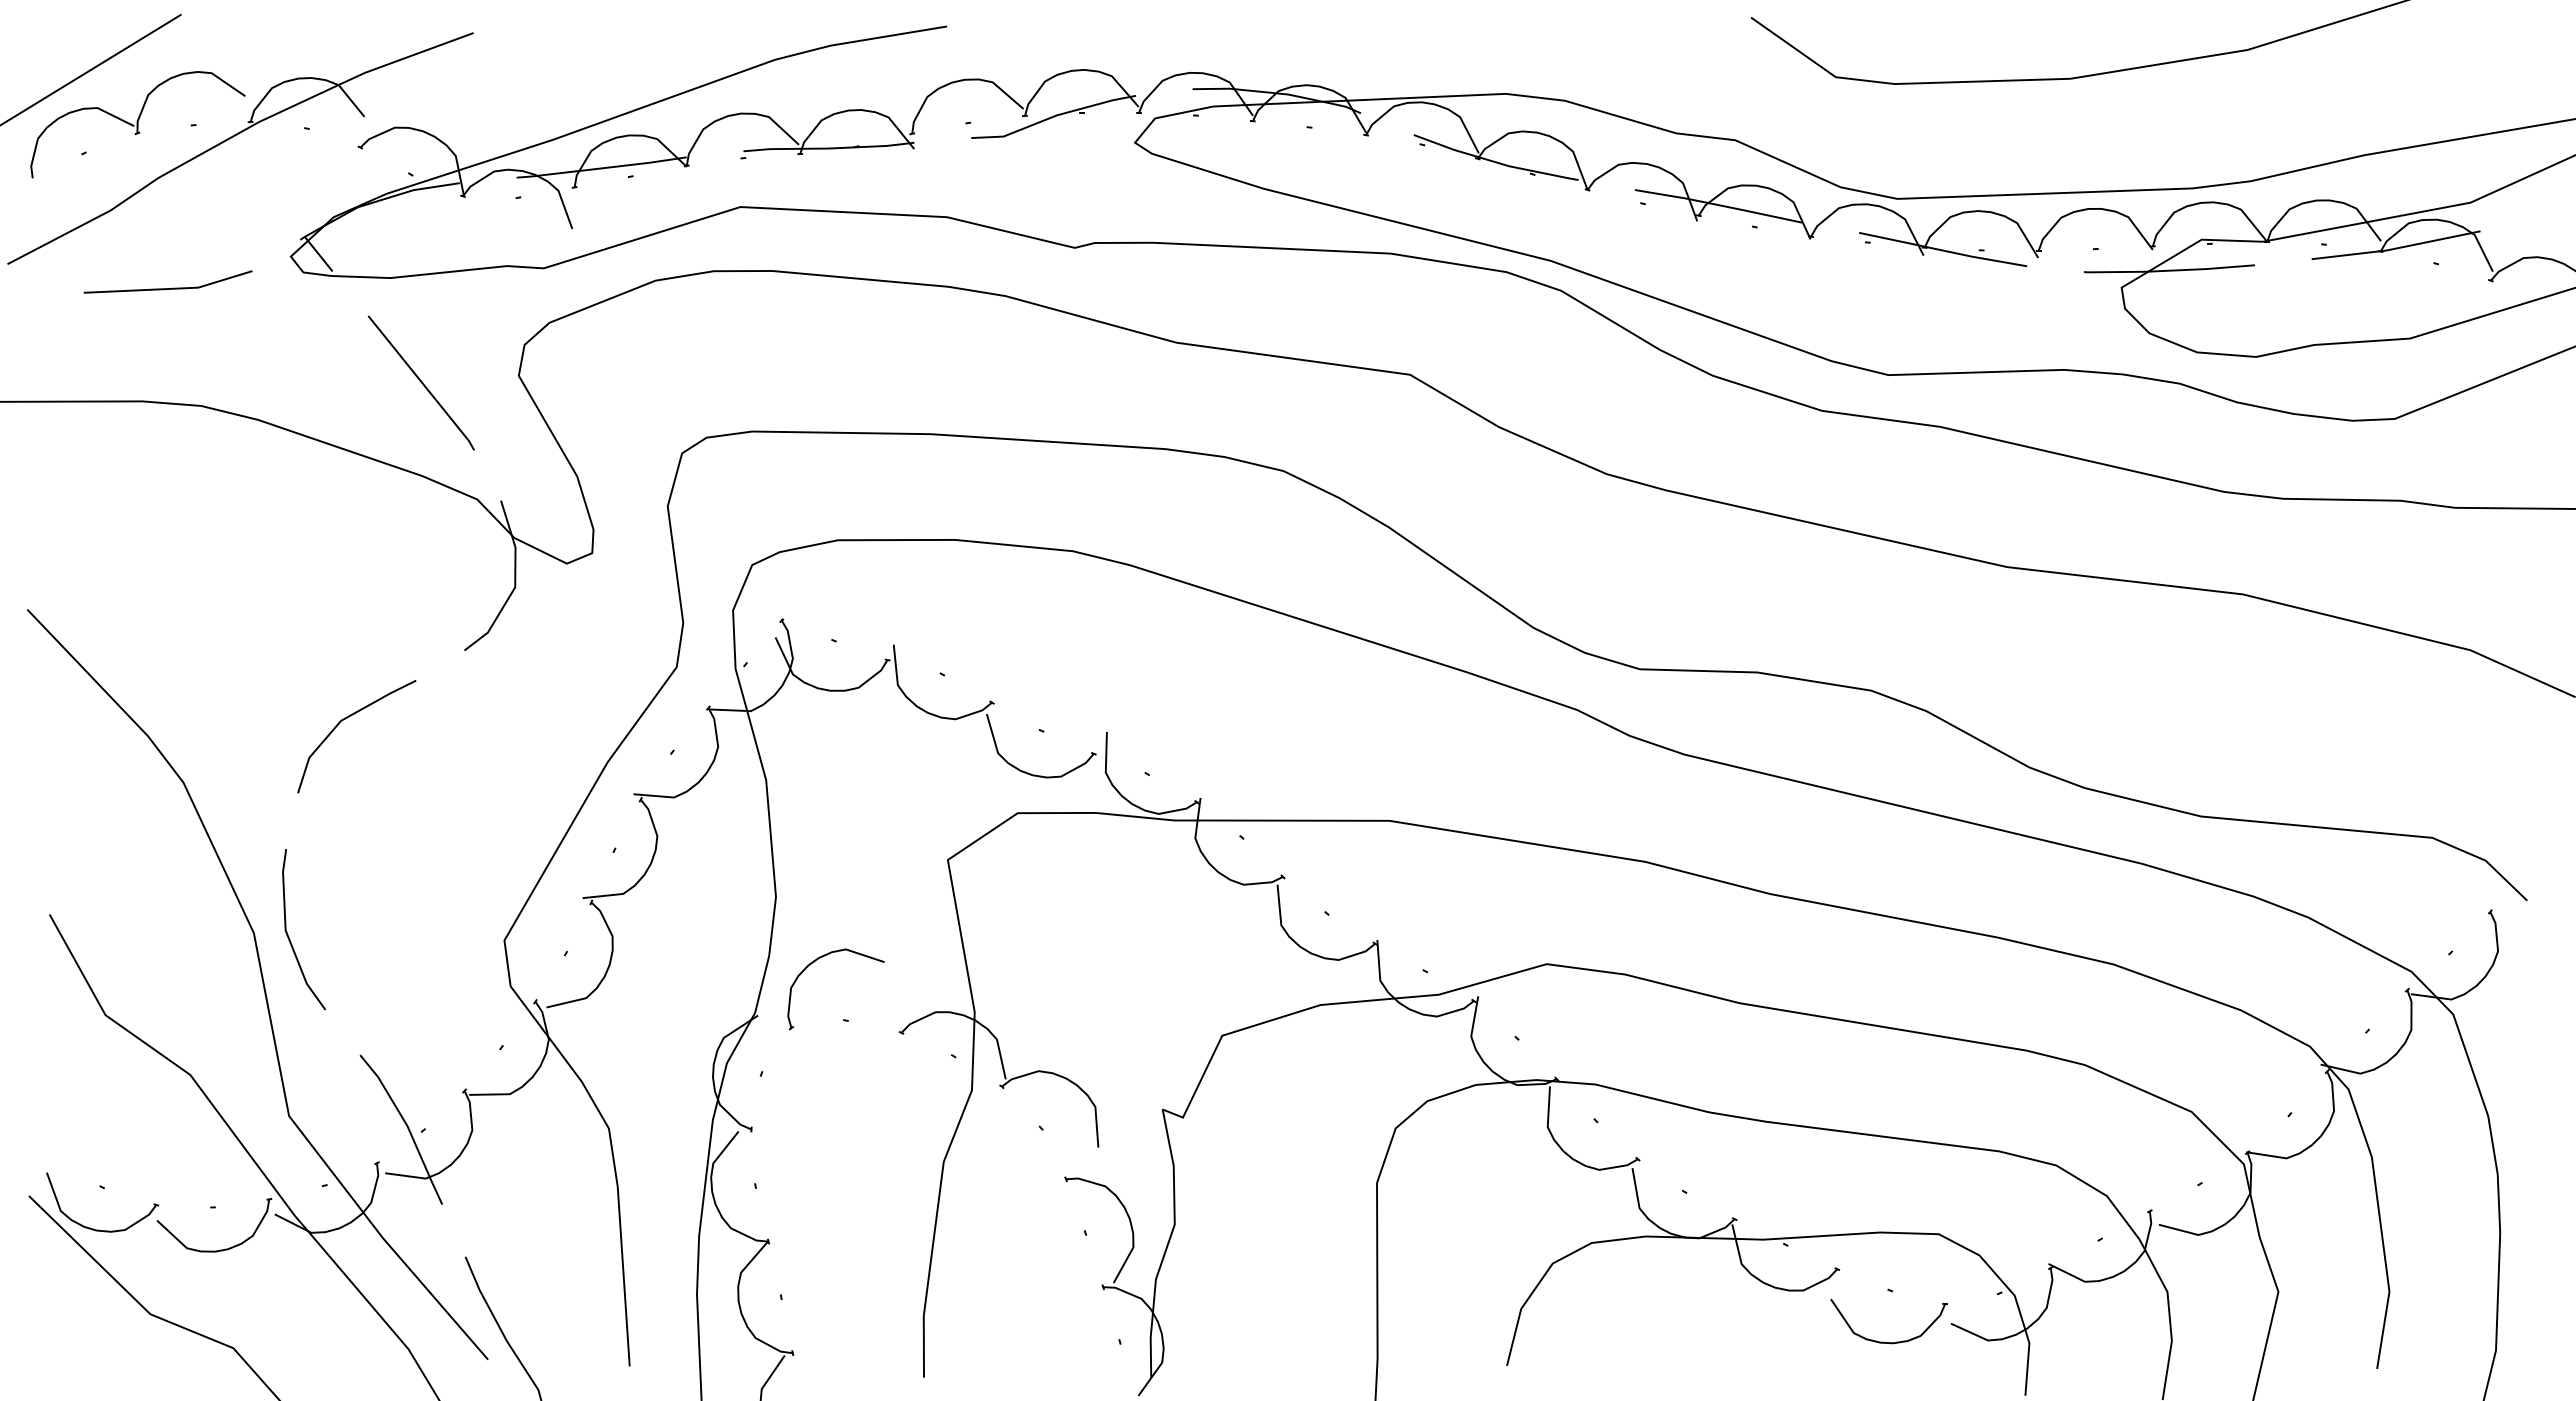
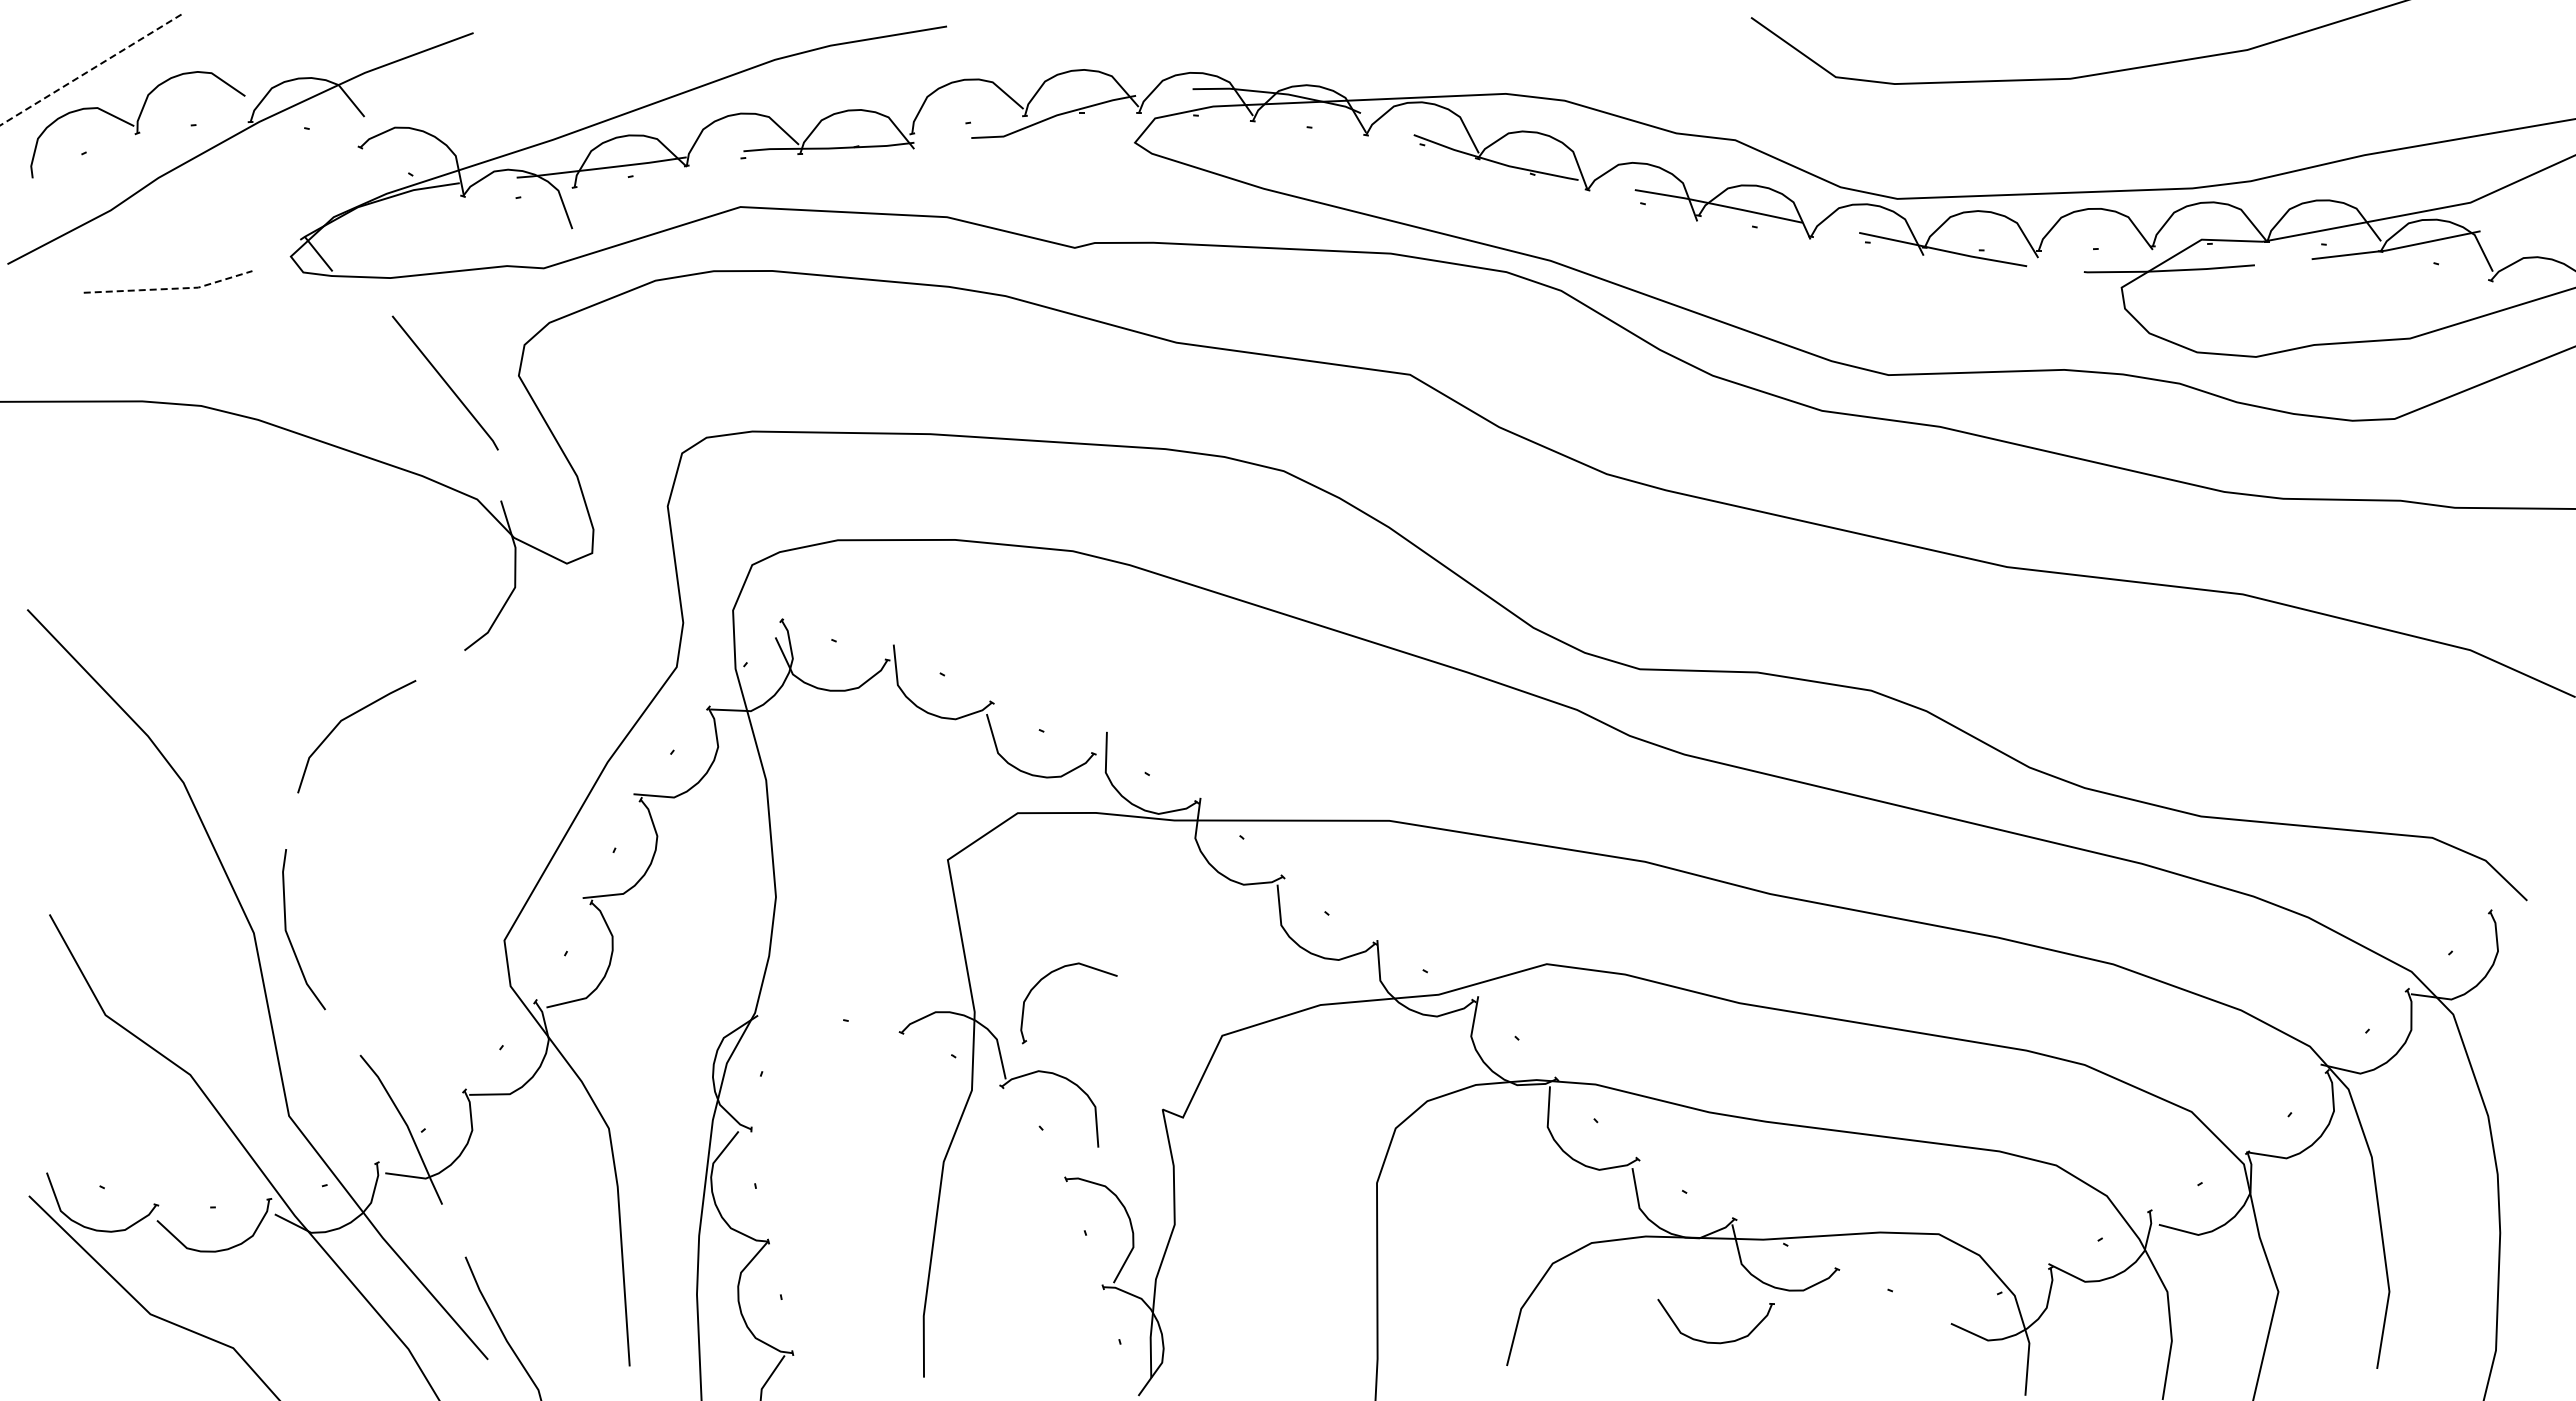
line at (90, 70): solid -> dashed
line at (169, 288): solid -> dashed
line at (420, 382) position: (420, 382) -> (444, 382)
part at (817, 960) position: (817, 960) -> (1050, 974)
part at (1883, 1341) position: (1883, 1341) -> (1710, 1341)
